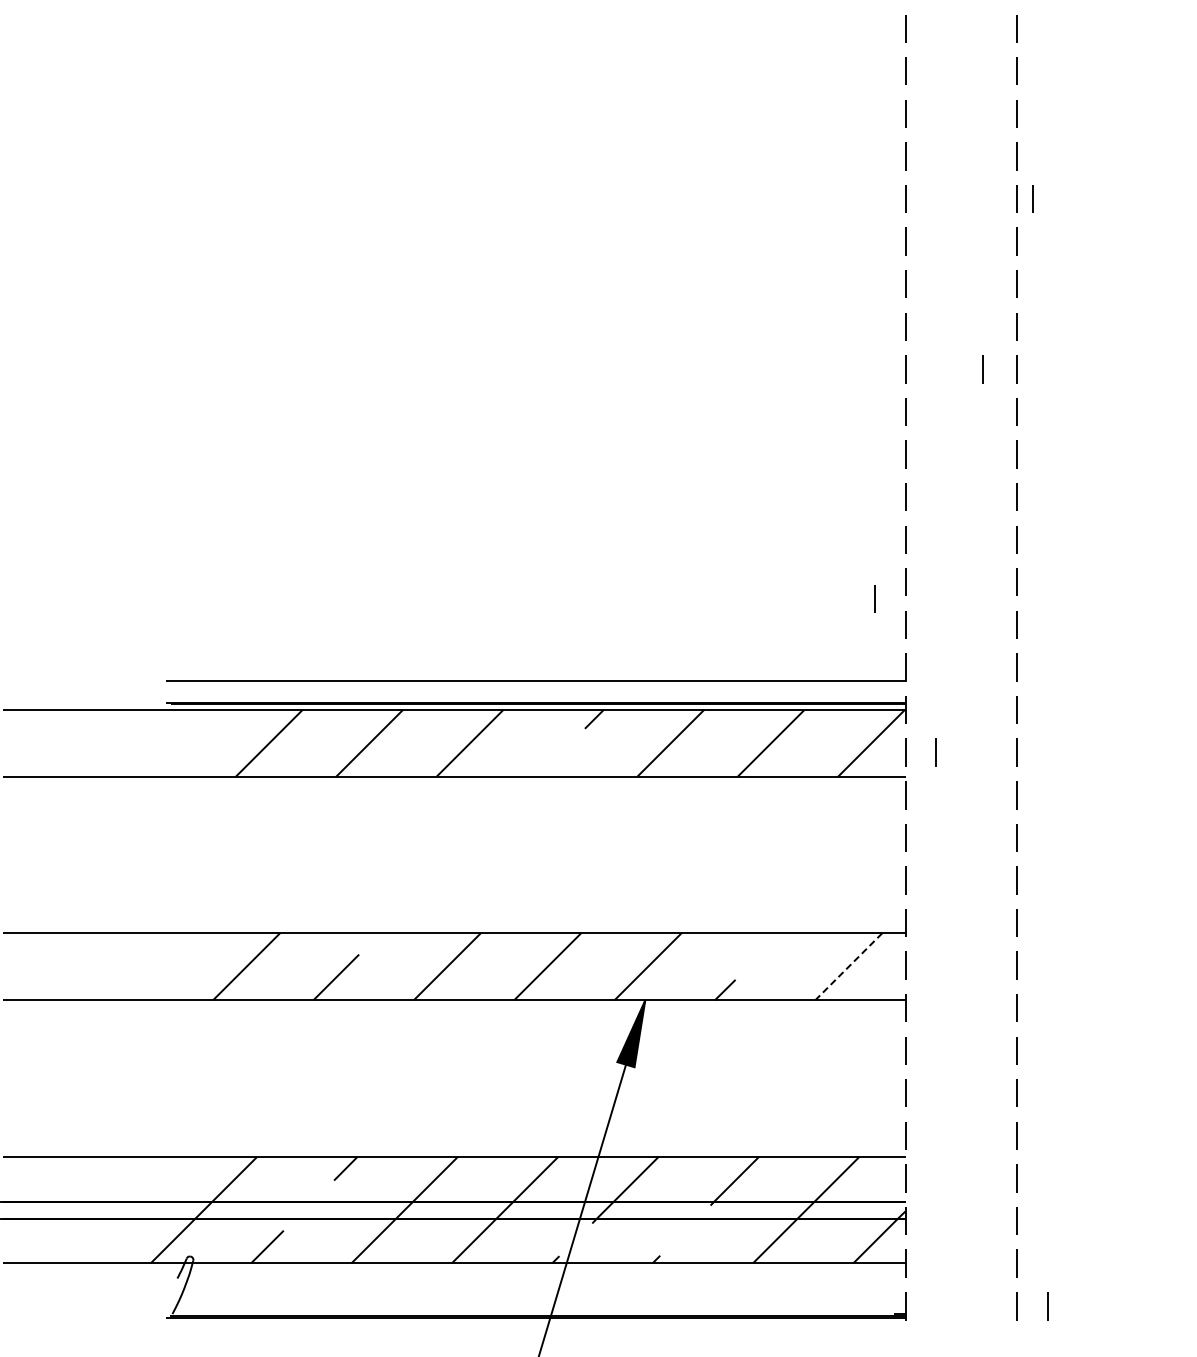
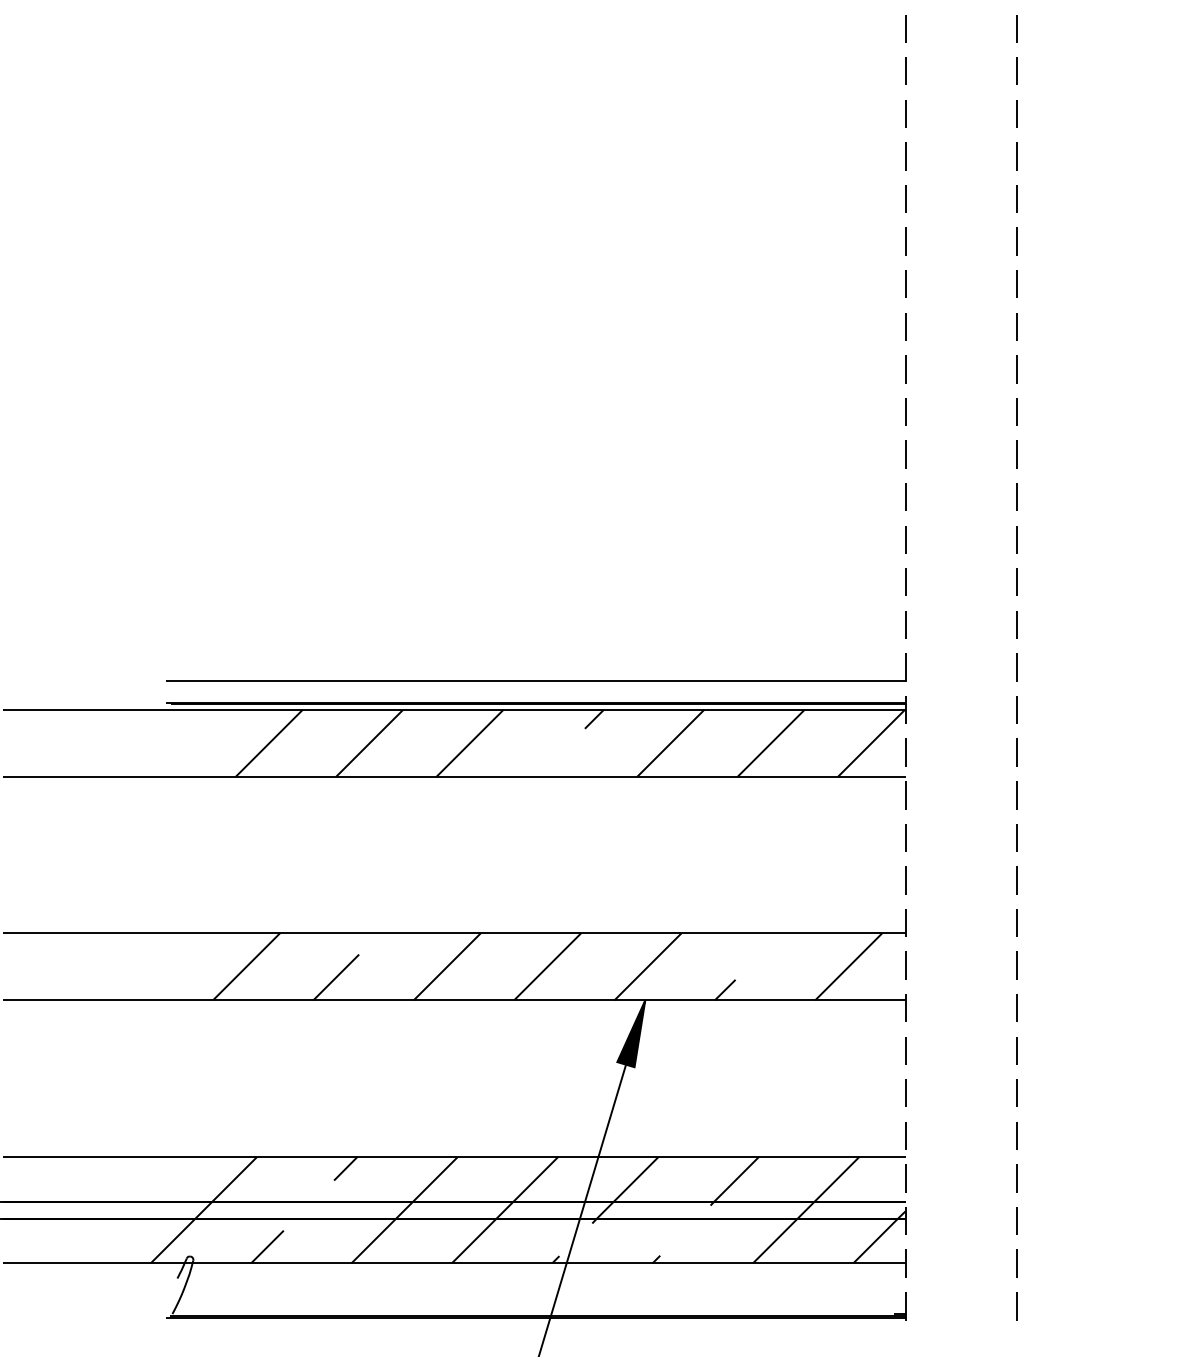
line at (1032, 198): present -> none
line at (982, 369): present -> none
line at (874, 598): present -> none
line at (935, 752): present -> none
line at (849, 966): dashed -> solid
line at (1047, 1306): present -> none
